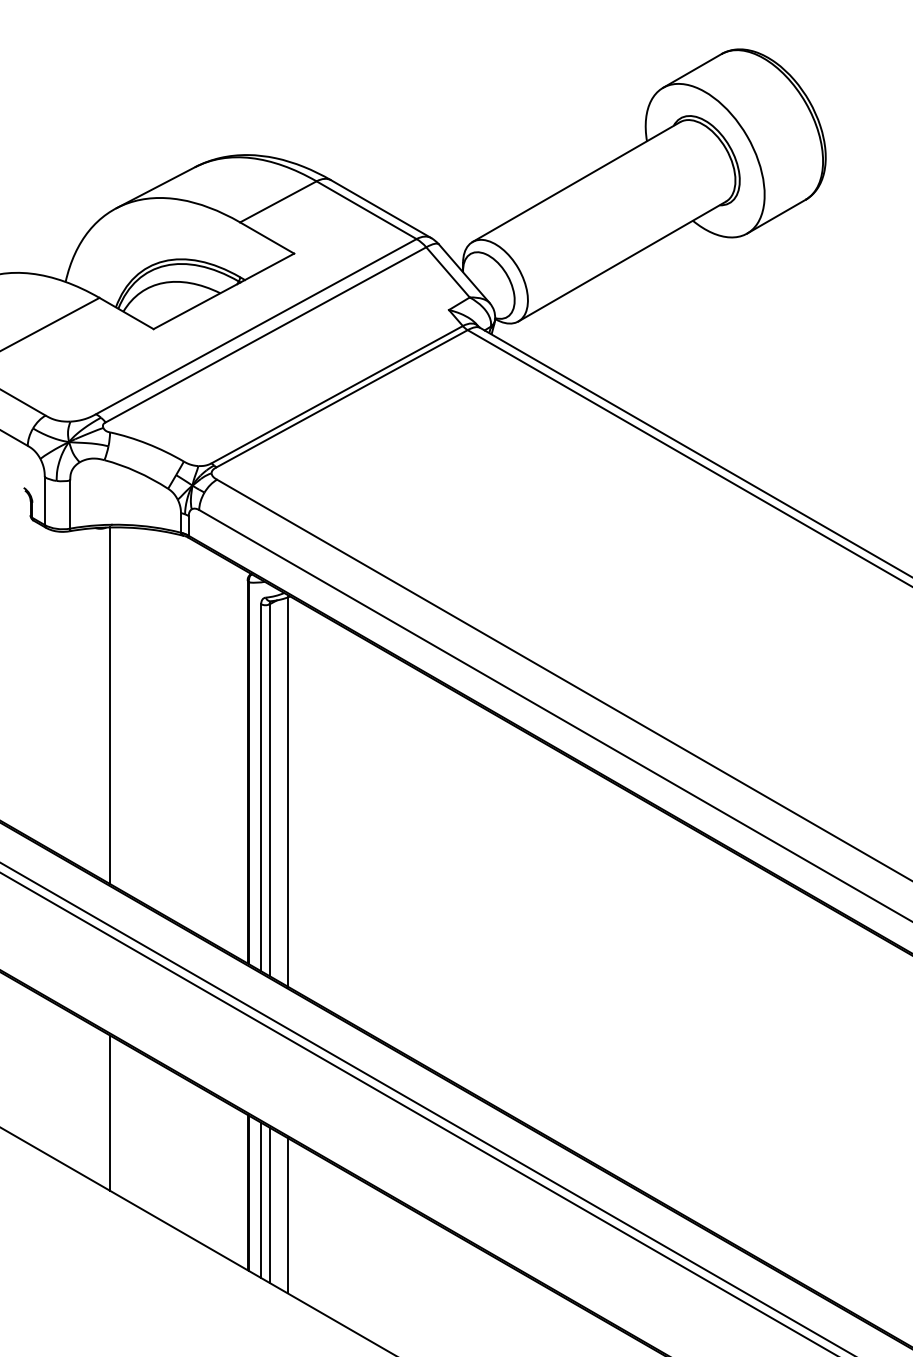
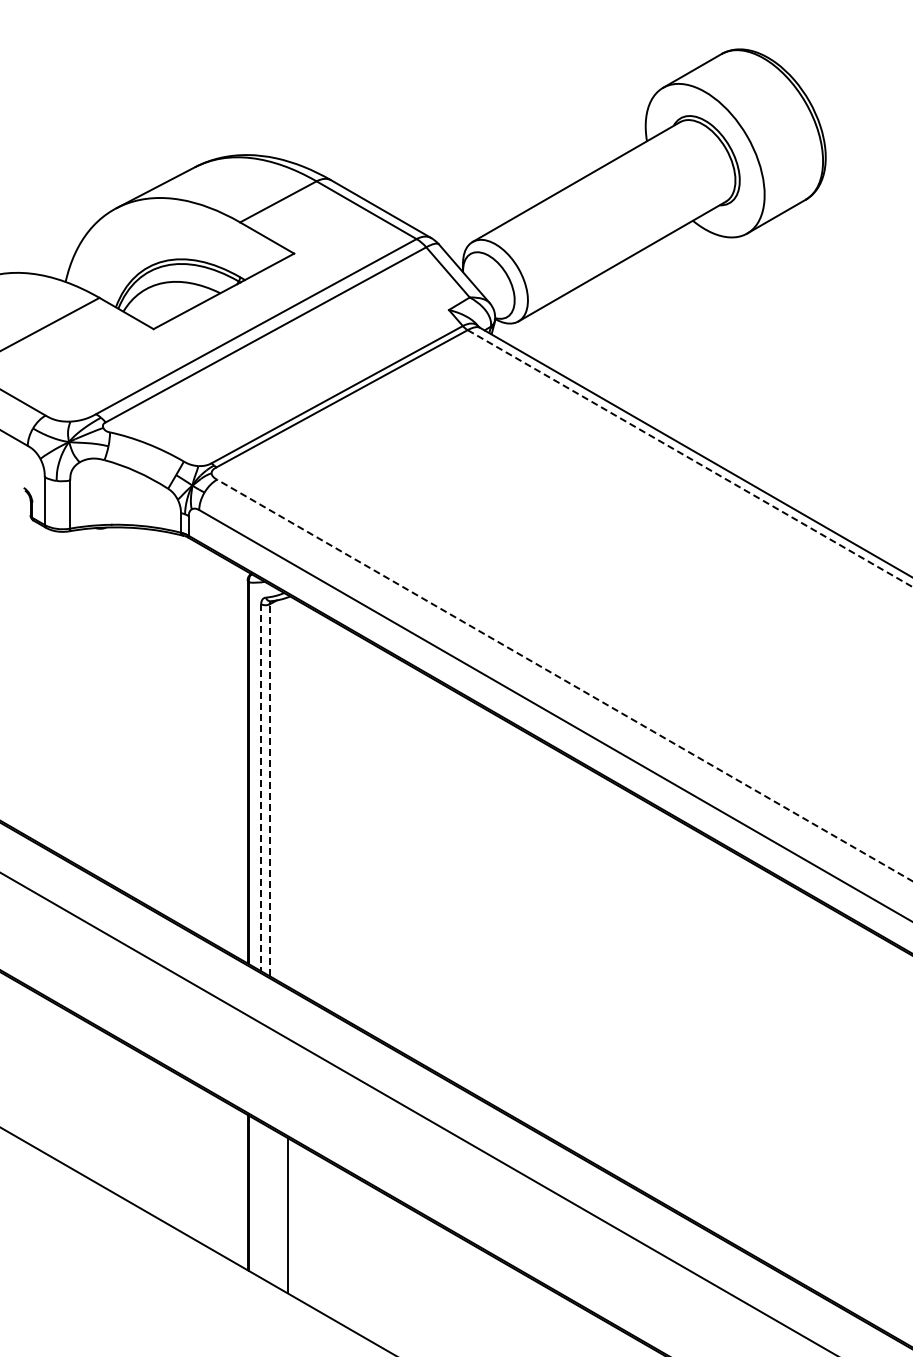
line at (690, 458): solid -> dashed
line at (564, 680): solid -> dashed
line at (110, 705): present -> none
line at (261, 787): solid -> dashed
line at (269, 790): solid -> dashed
line at (287, 791): present -> none
line at (426, 1108): present -> none
line at (110, 1112): present -> none
line at (261, 1200): present -> none
line at (269, 1204): present -> none
